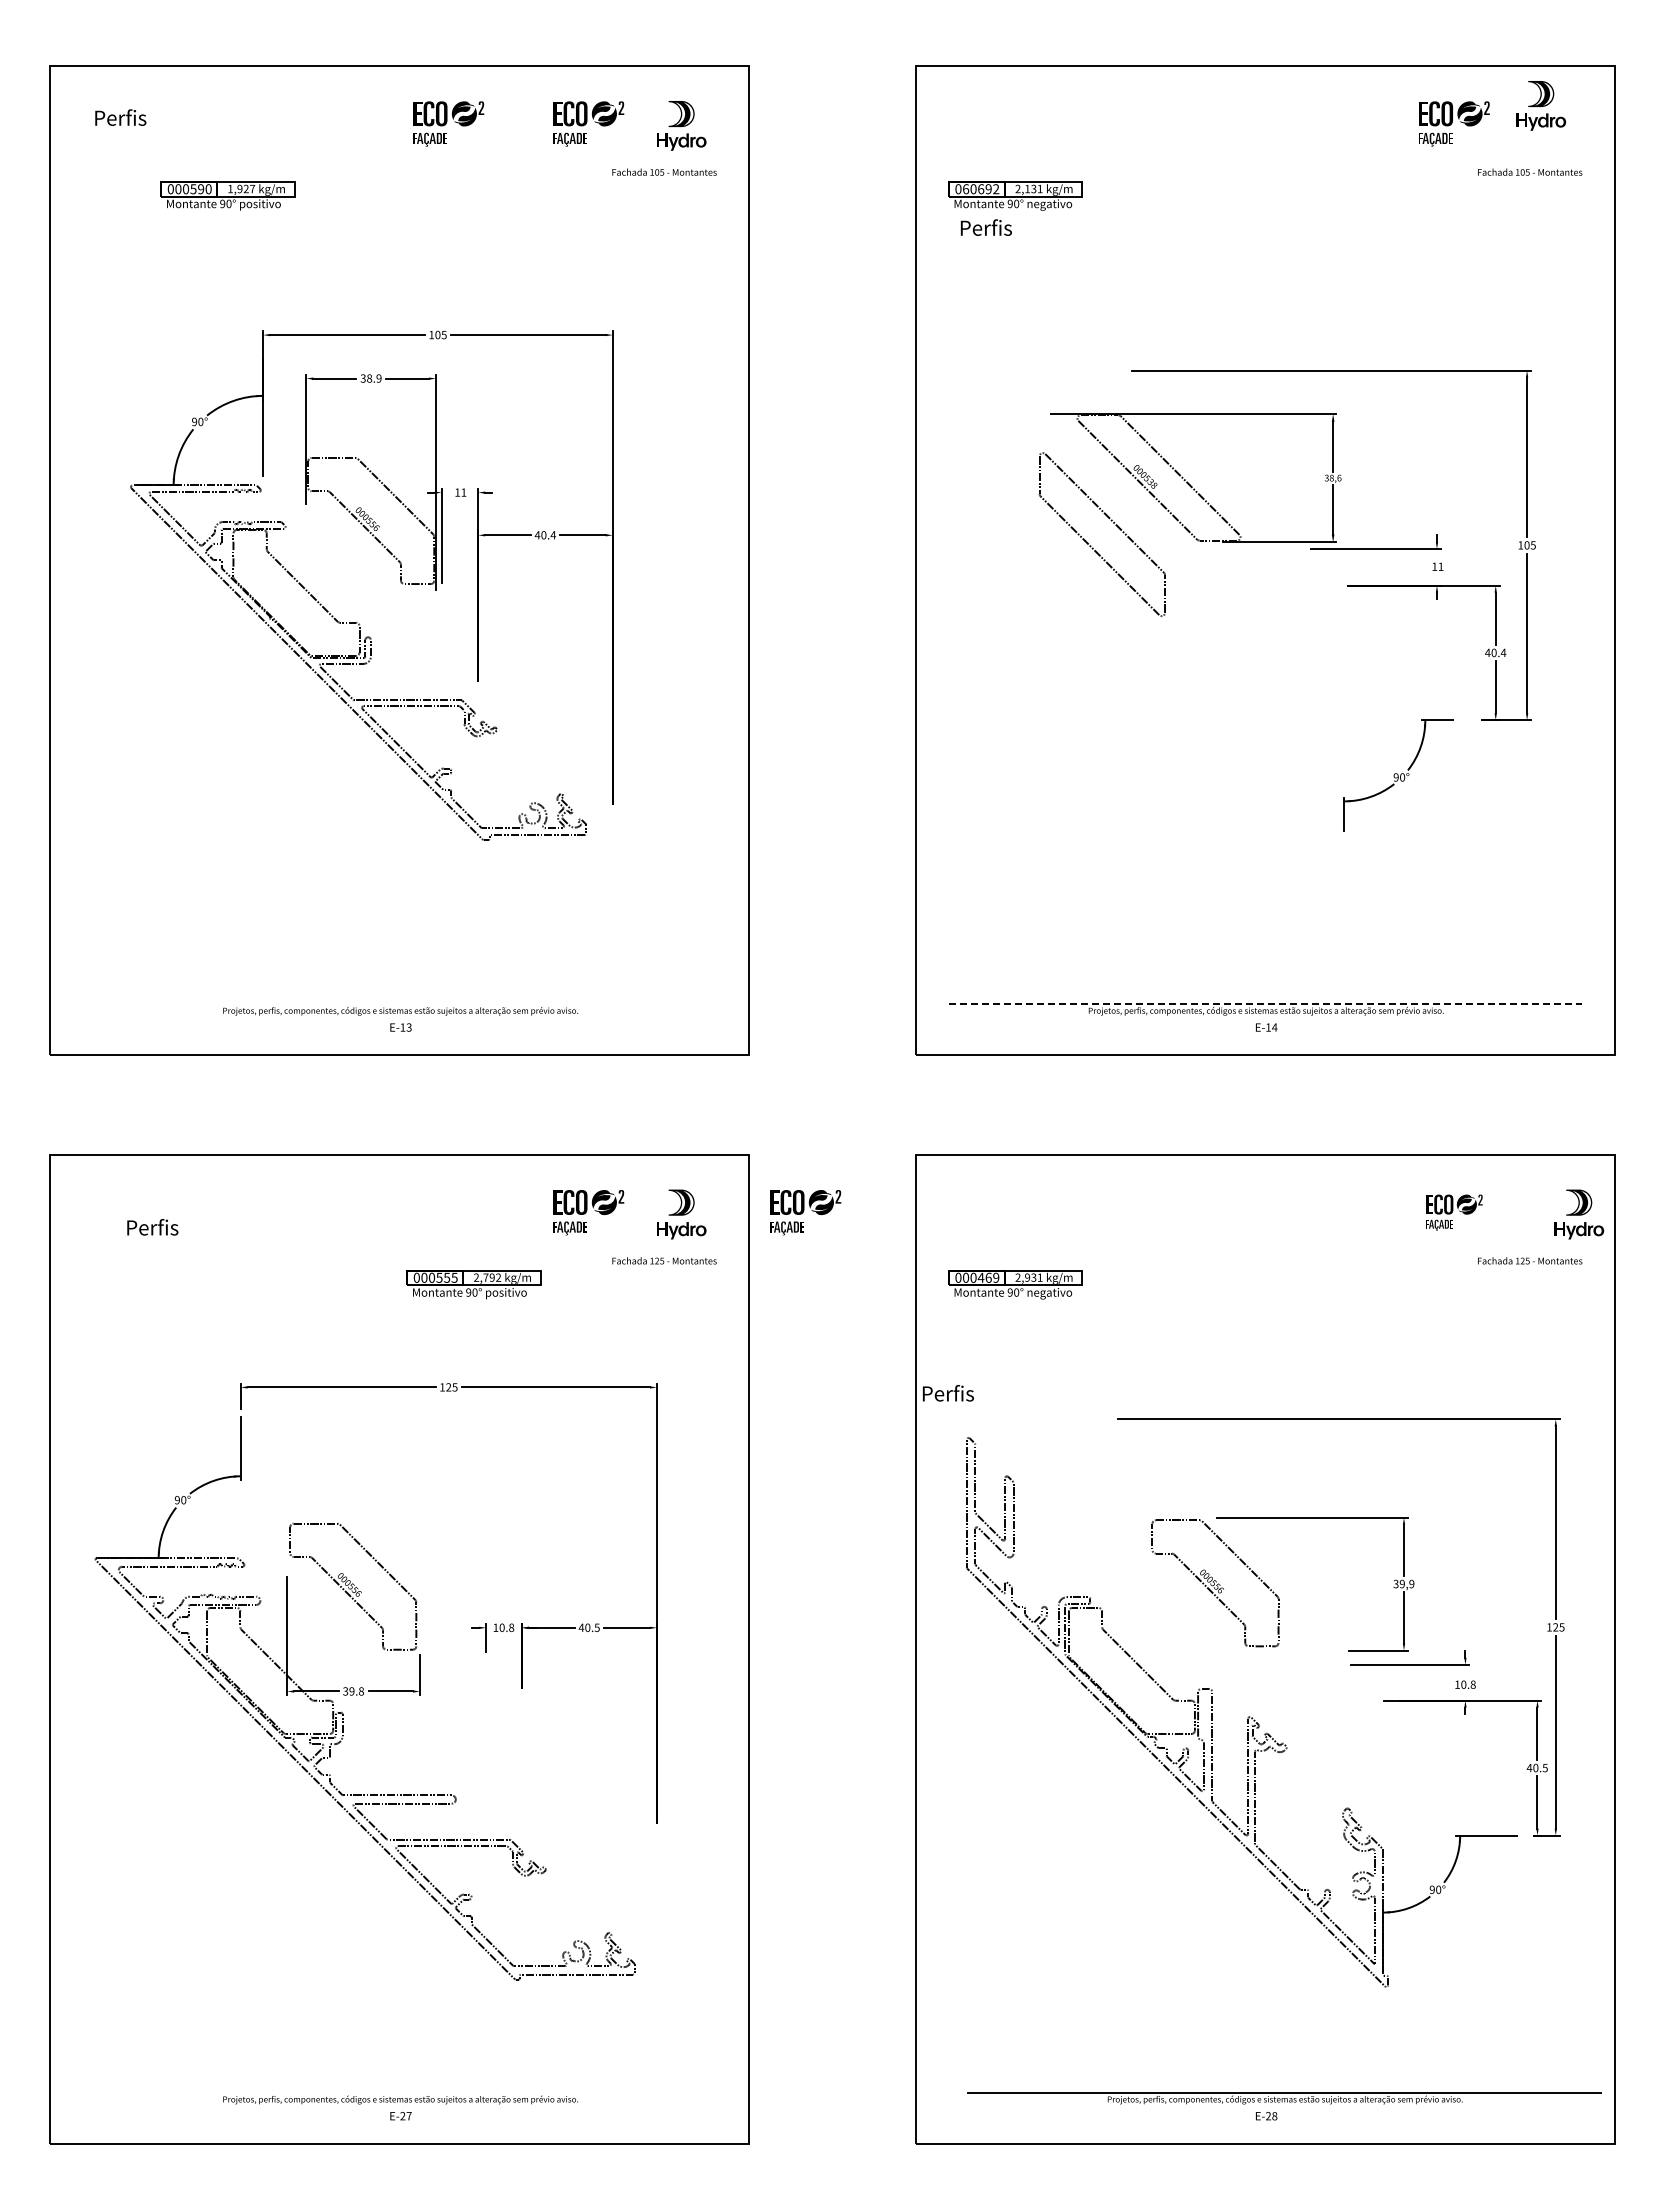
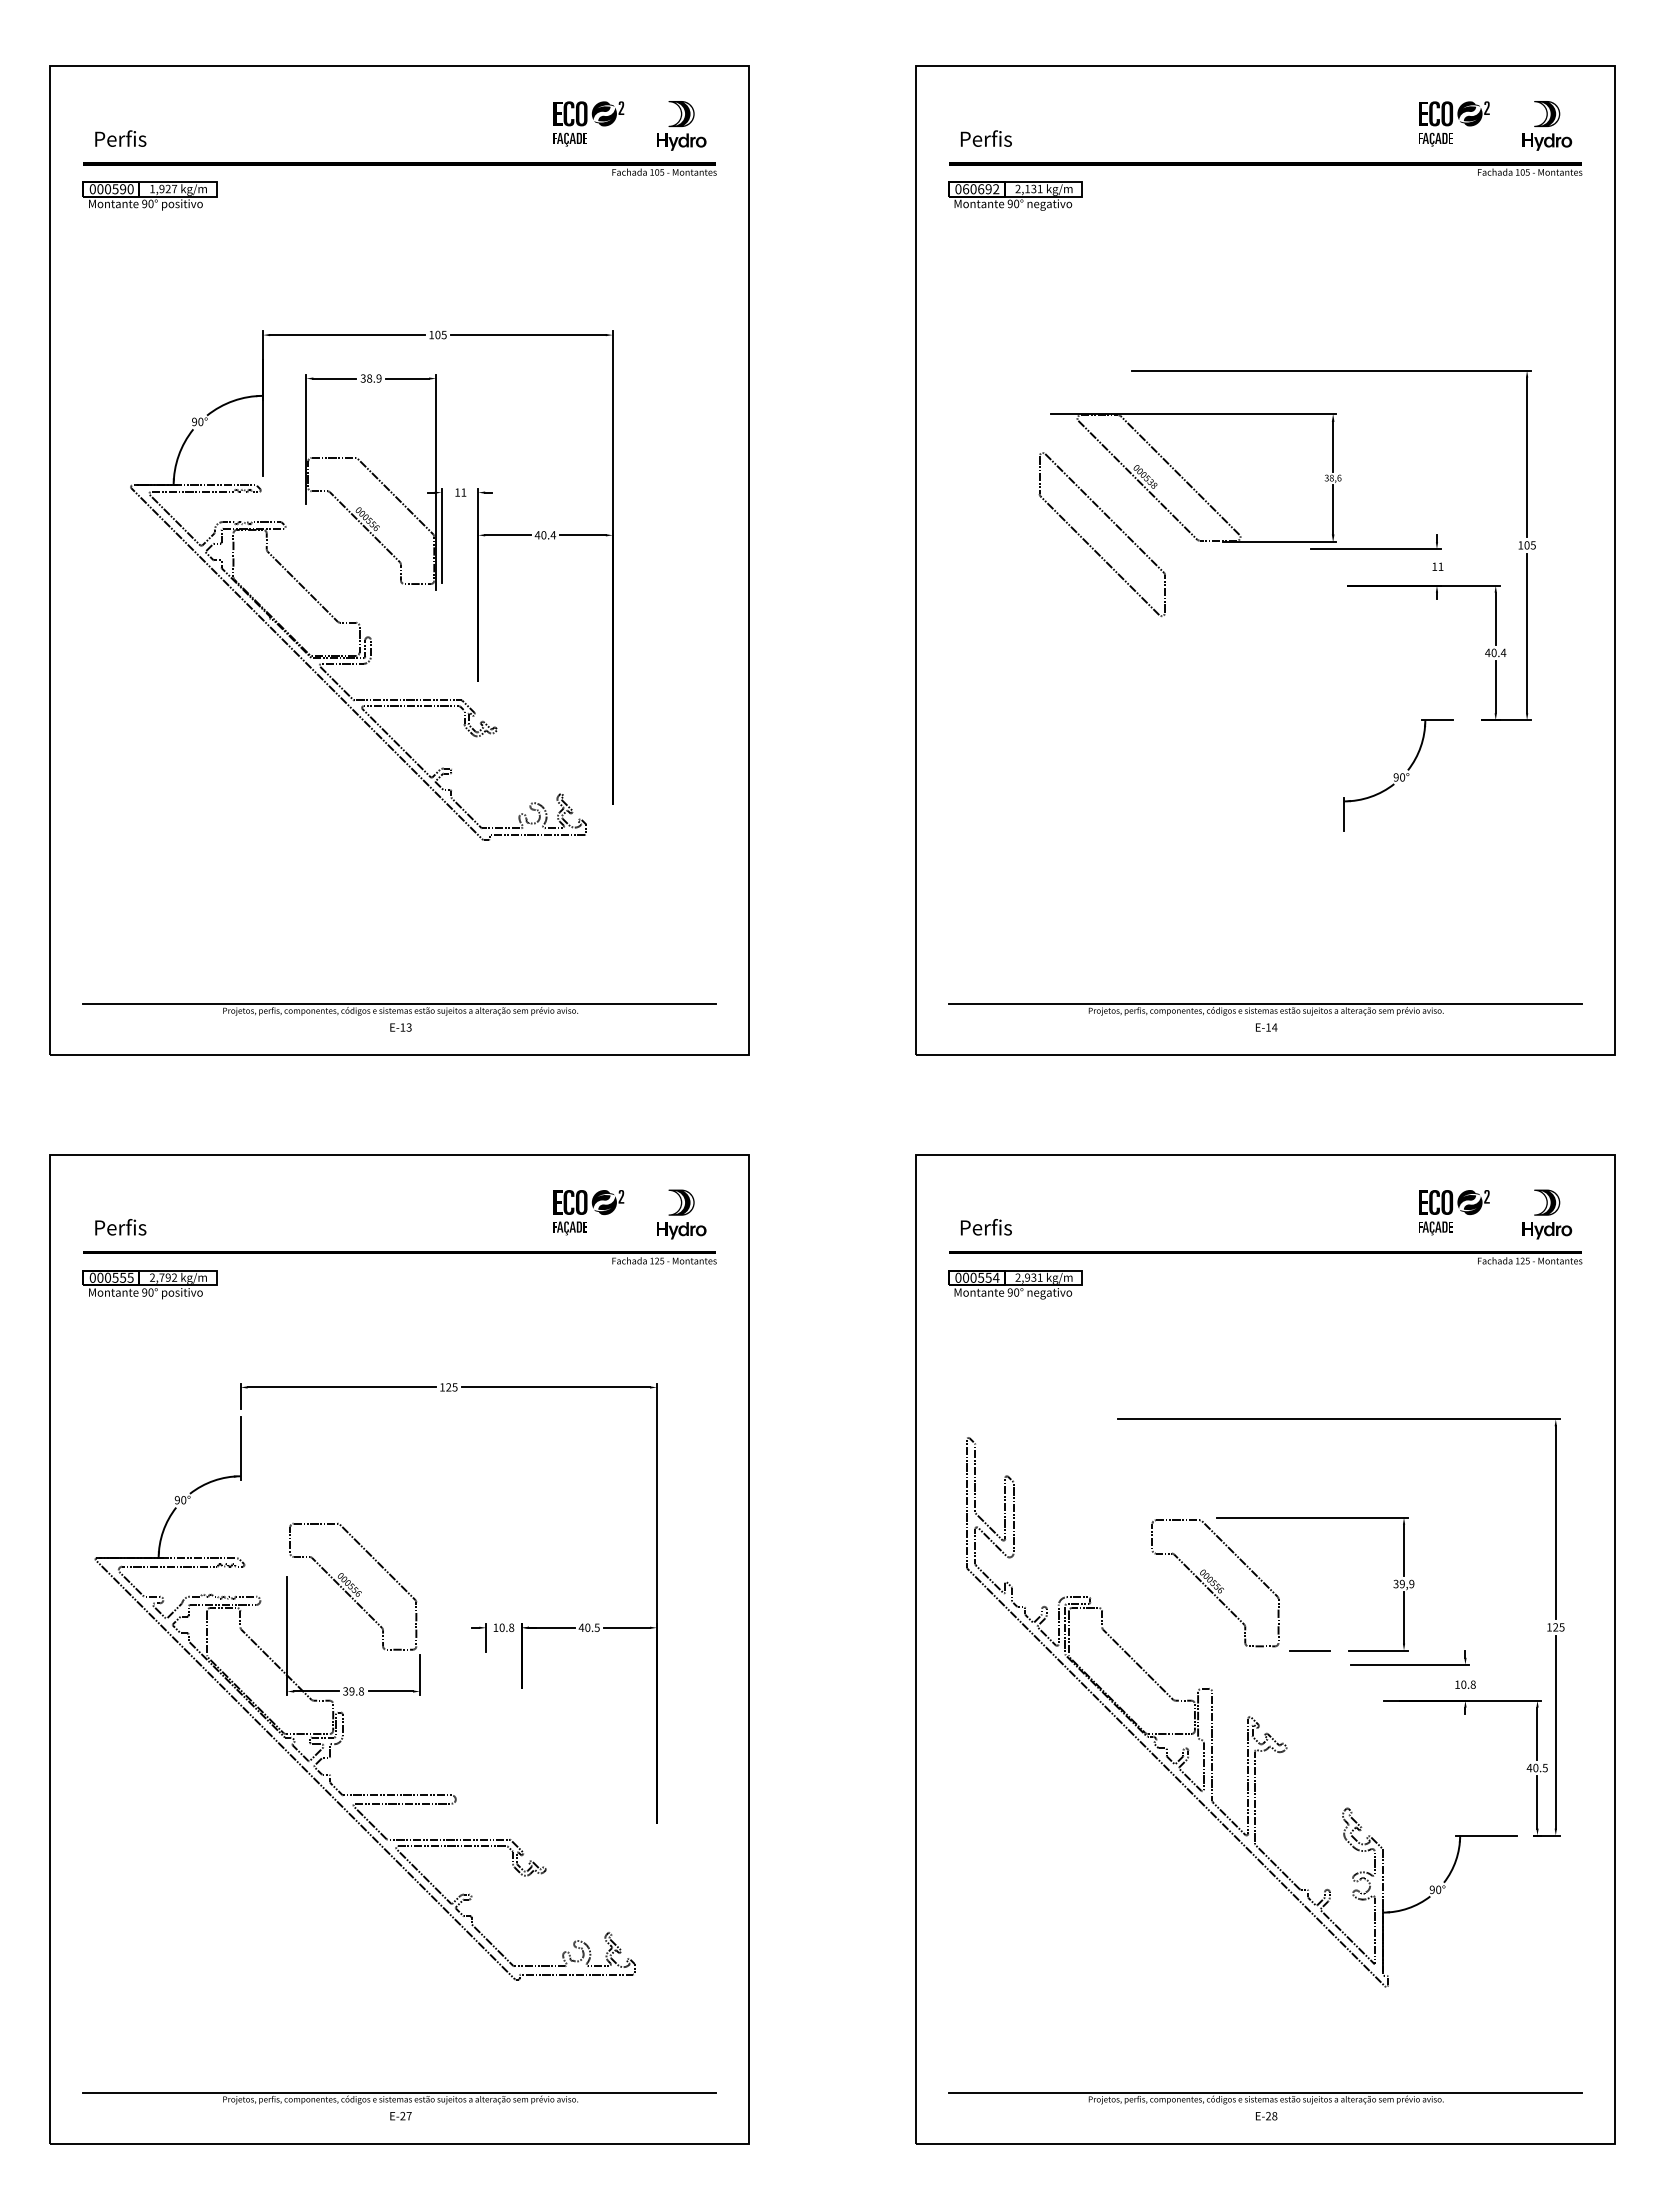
part at (1541, 105) position: (1541, 105) -> (1547, 125)
text at (120, 117) position: (120, 117) -> (120, 138)
part at (448, 123): present -> none
fill at (399, 163): none -> present
fill at (1265, 163): none -> present
part at (227, 195) position: (227, 195) -> (149, 195)
text at (985, 227) position: (985, 227) -> (985, 138)
line at (399, 1004): none -> present
line at (1265, 1004): dashed -> solid
part at (805, 1212): present -> none
part at (1454, 1212) size: 57x37 px -> 71x46 px
part at (1579, 1214) position: (1579, 1214) -> (1547, 1214)
text at (152, 1227) position: (152, 1227) -> (120, 1227)
fill at (399, 1252): none -> present
fill at (1265, 1252): none -> present
text at (988, 1277): 000469 -> 000554
part at (473, 1284) position: (473, 1284) -> (149, 1284)
text at (947, 1393) position: (947, 1393) -> (985, 1227)
line at (1309, 1650): none -> present
line at (399, 2092): none -> present
part at (1284, 2098) position: (1284, 2098) -> (1265, 2098)
